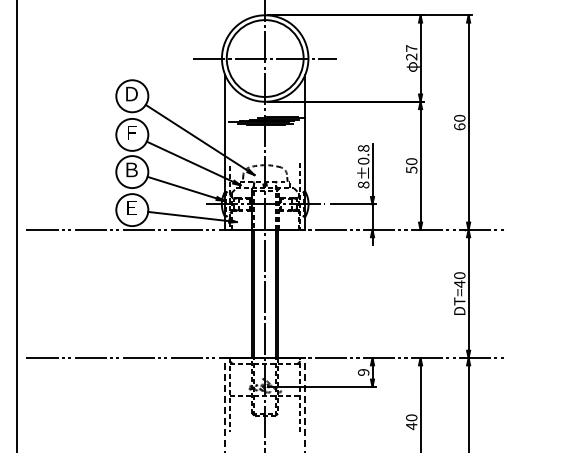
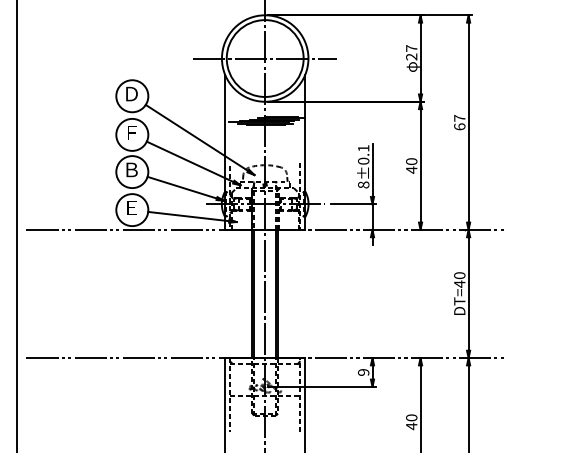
text at (459, 117): 60 -> 67
text at (363, 148): 8±0.8 -> 8±0.1
text at (411, 169): 50 -> 40
line at (225, 404): dashed -> solid
line at (305, 404): dashed -> solid
